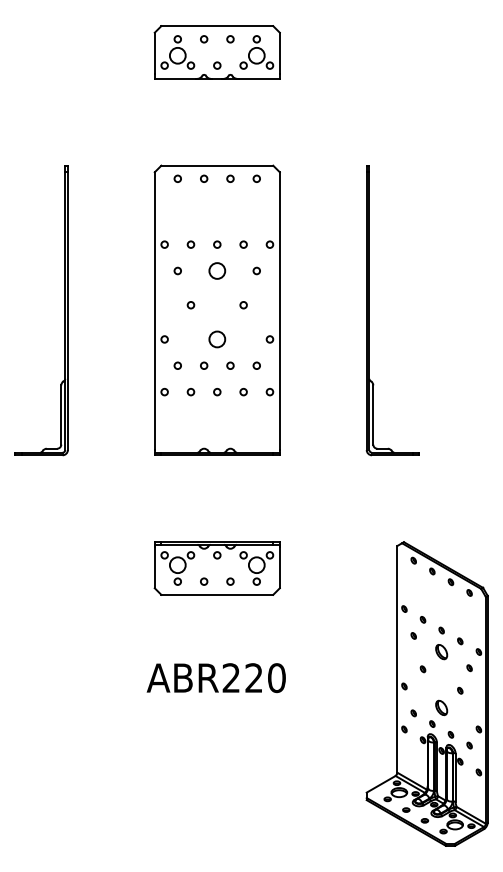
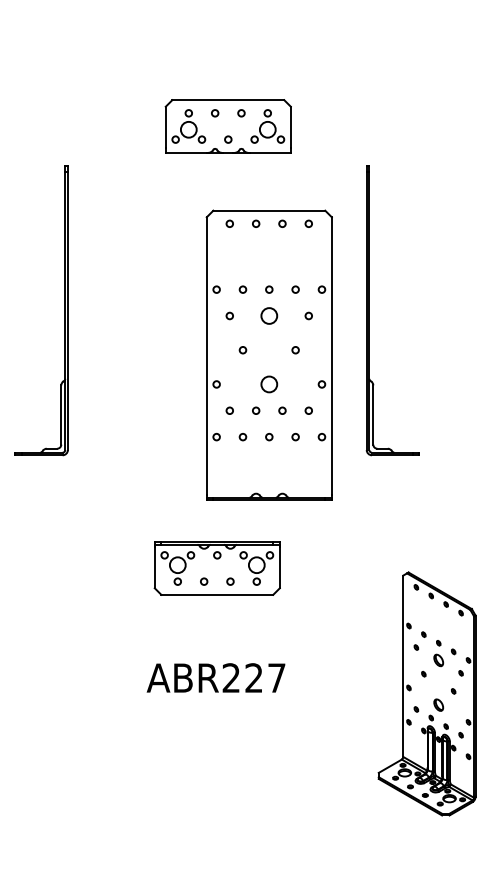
part at (216, 52) position: (216, 52) -> (227, 126)
part at (216, 309) position: (216, 309) -> (268, 354)
text at (276, 678): ABR220 -> ABR227
part at (426, 693) size: 124x306 px -> 100x246 px
